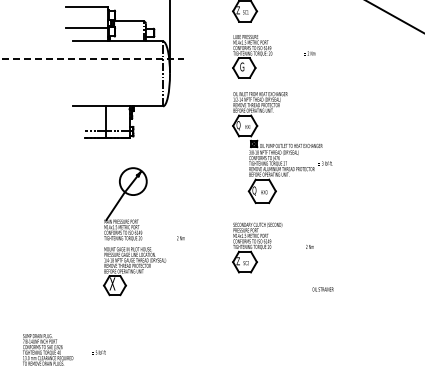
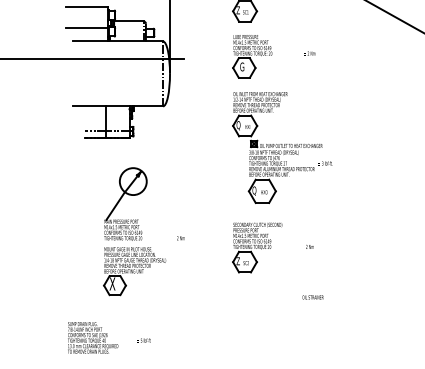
line at (92, 59): dashed -> solid
text at (322, 289) position: (322, 289) -> (312, 297)
text at (64, 349) position: (64, 349) -> (109, 337)
